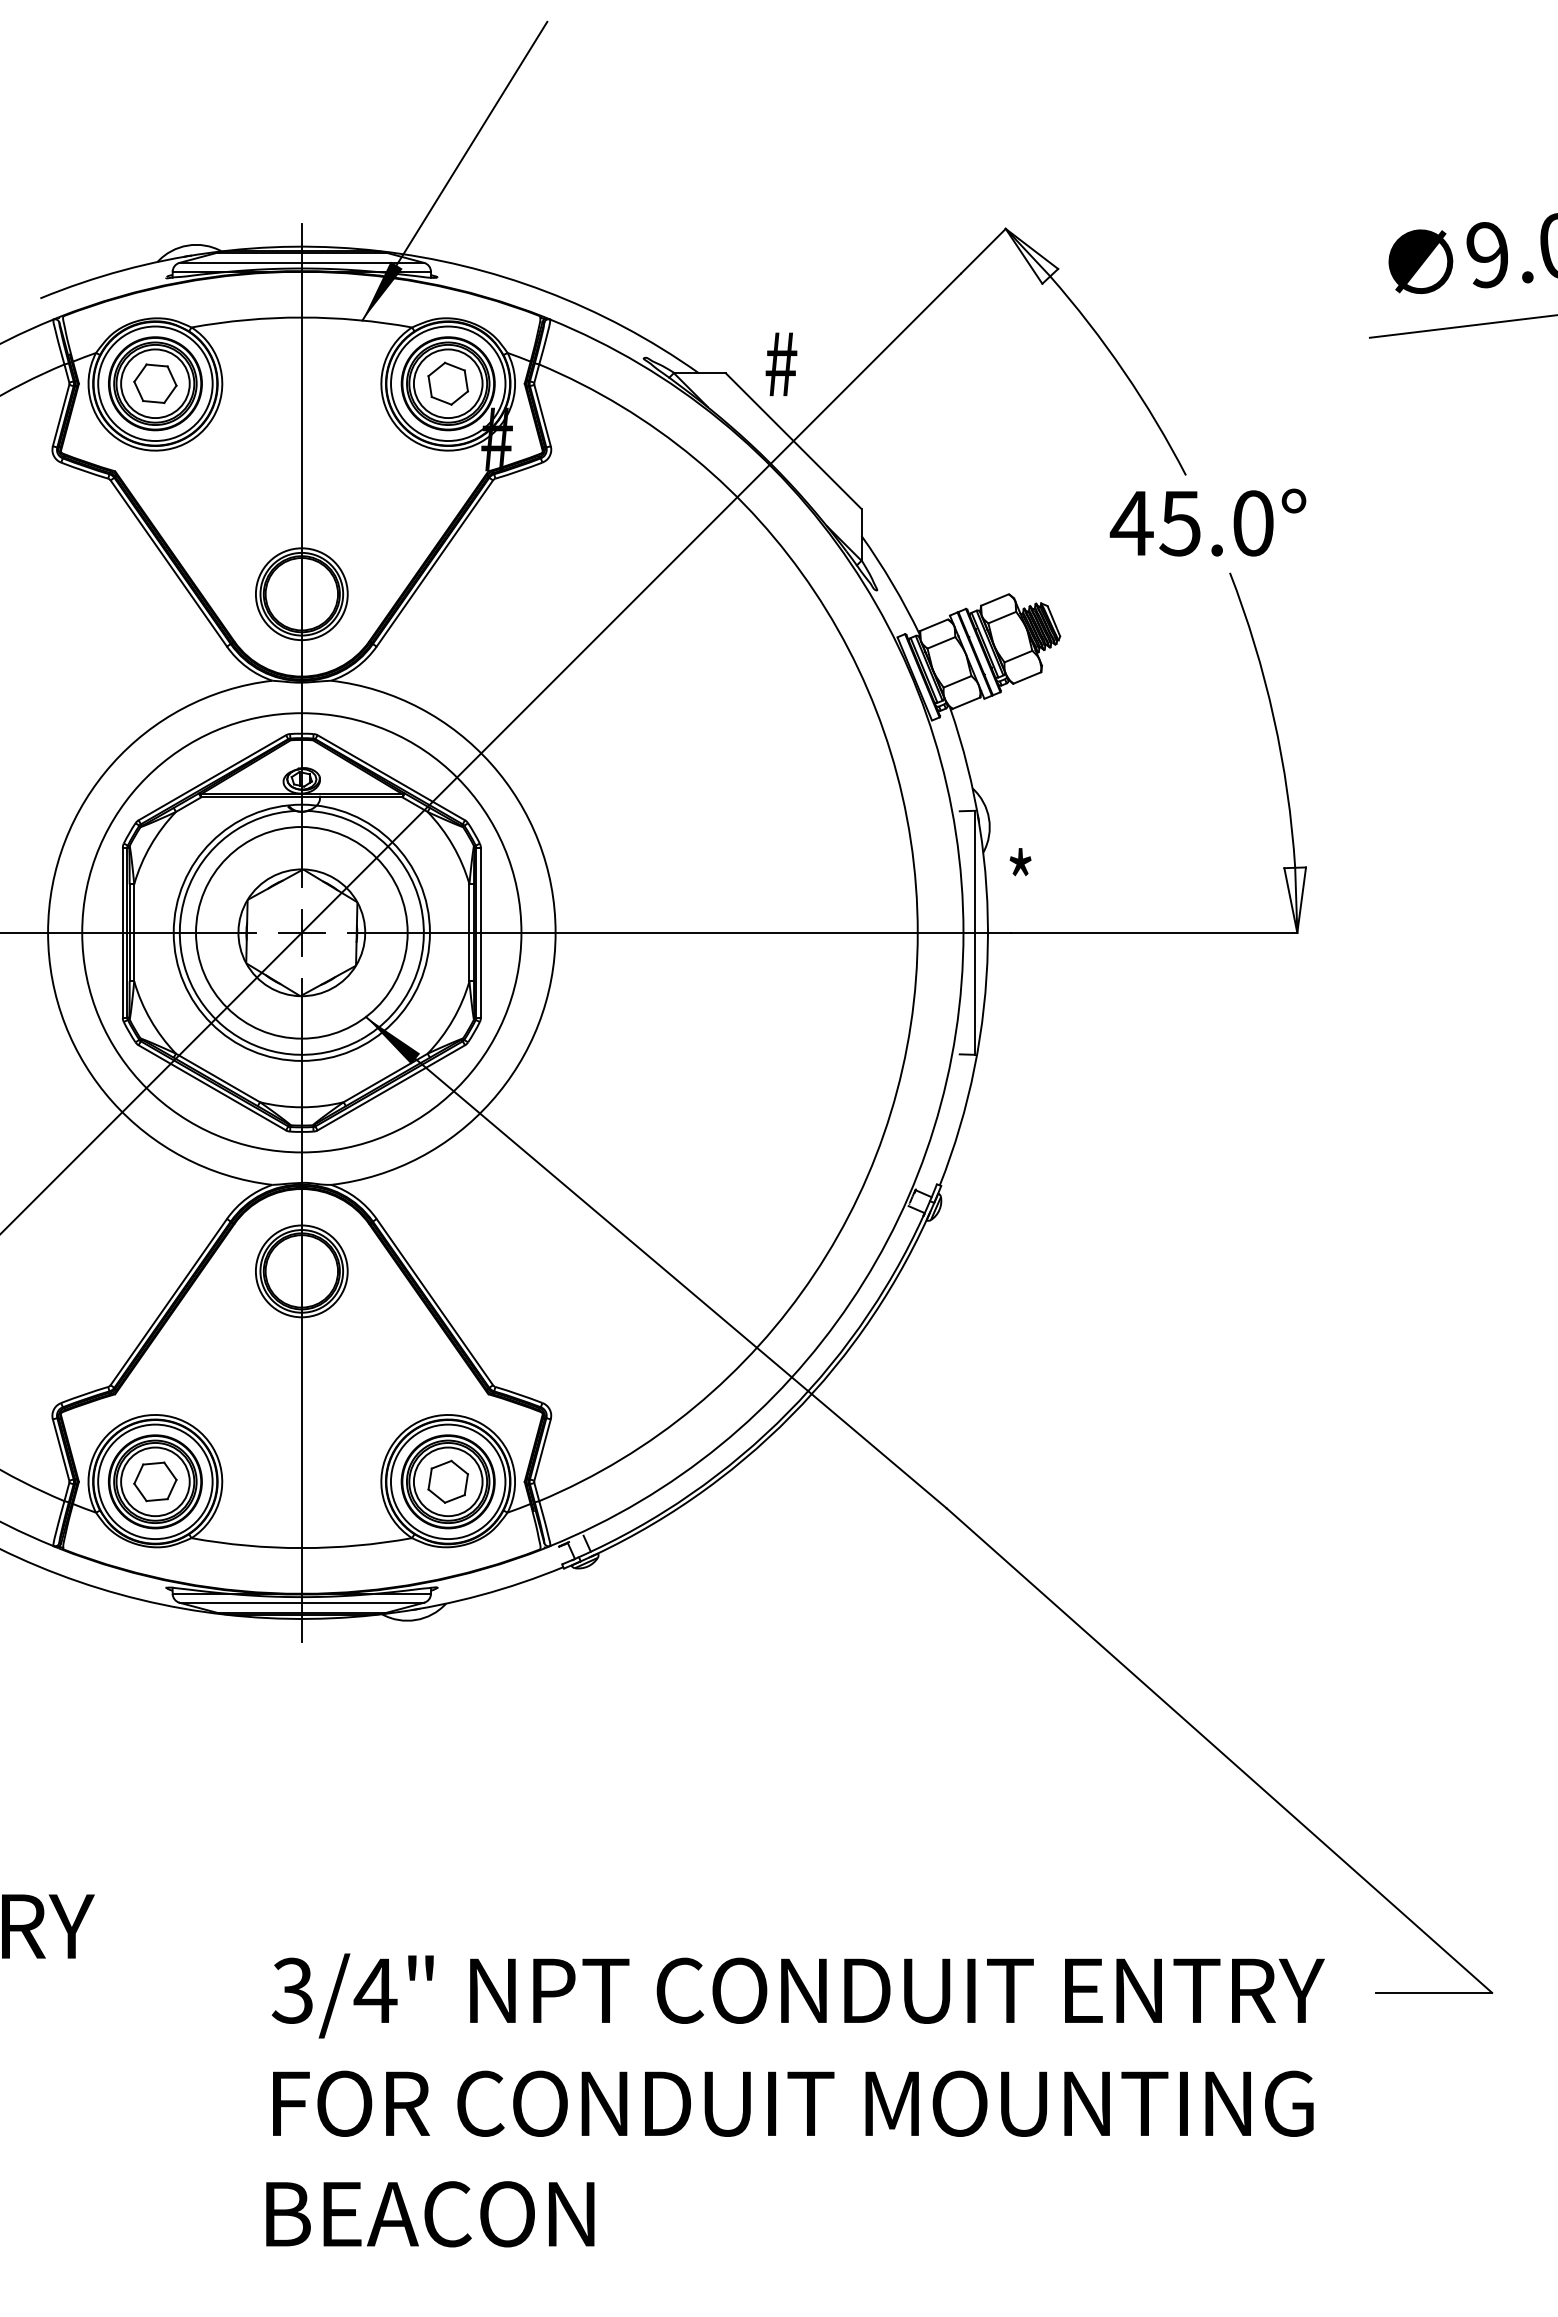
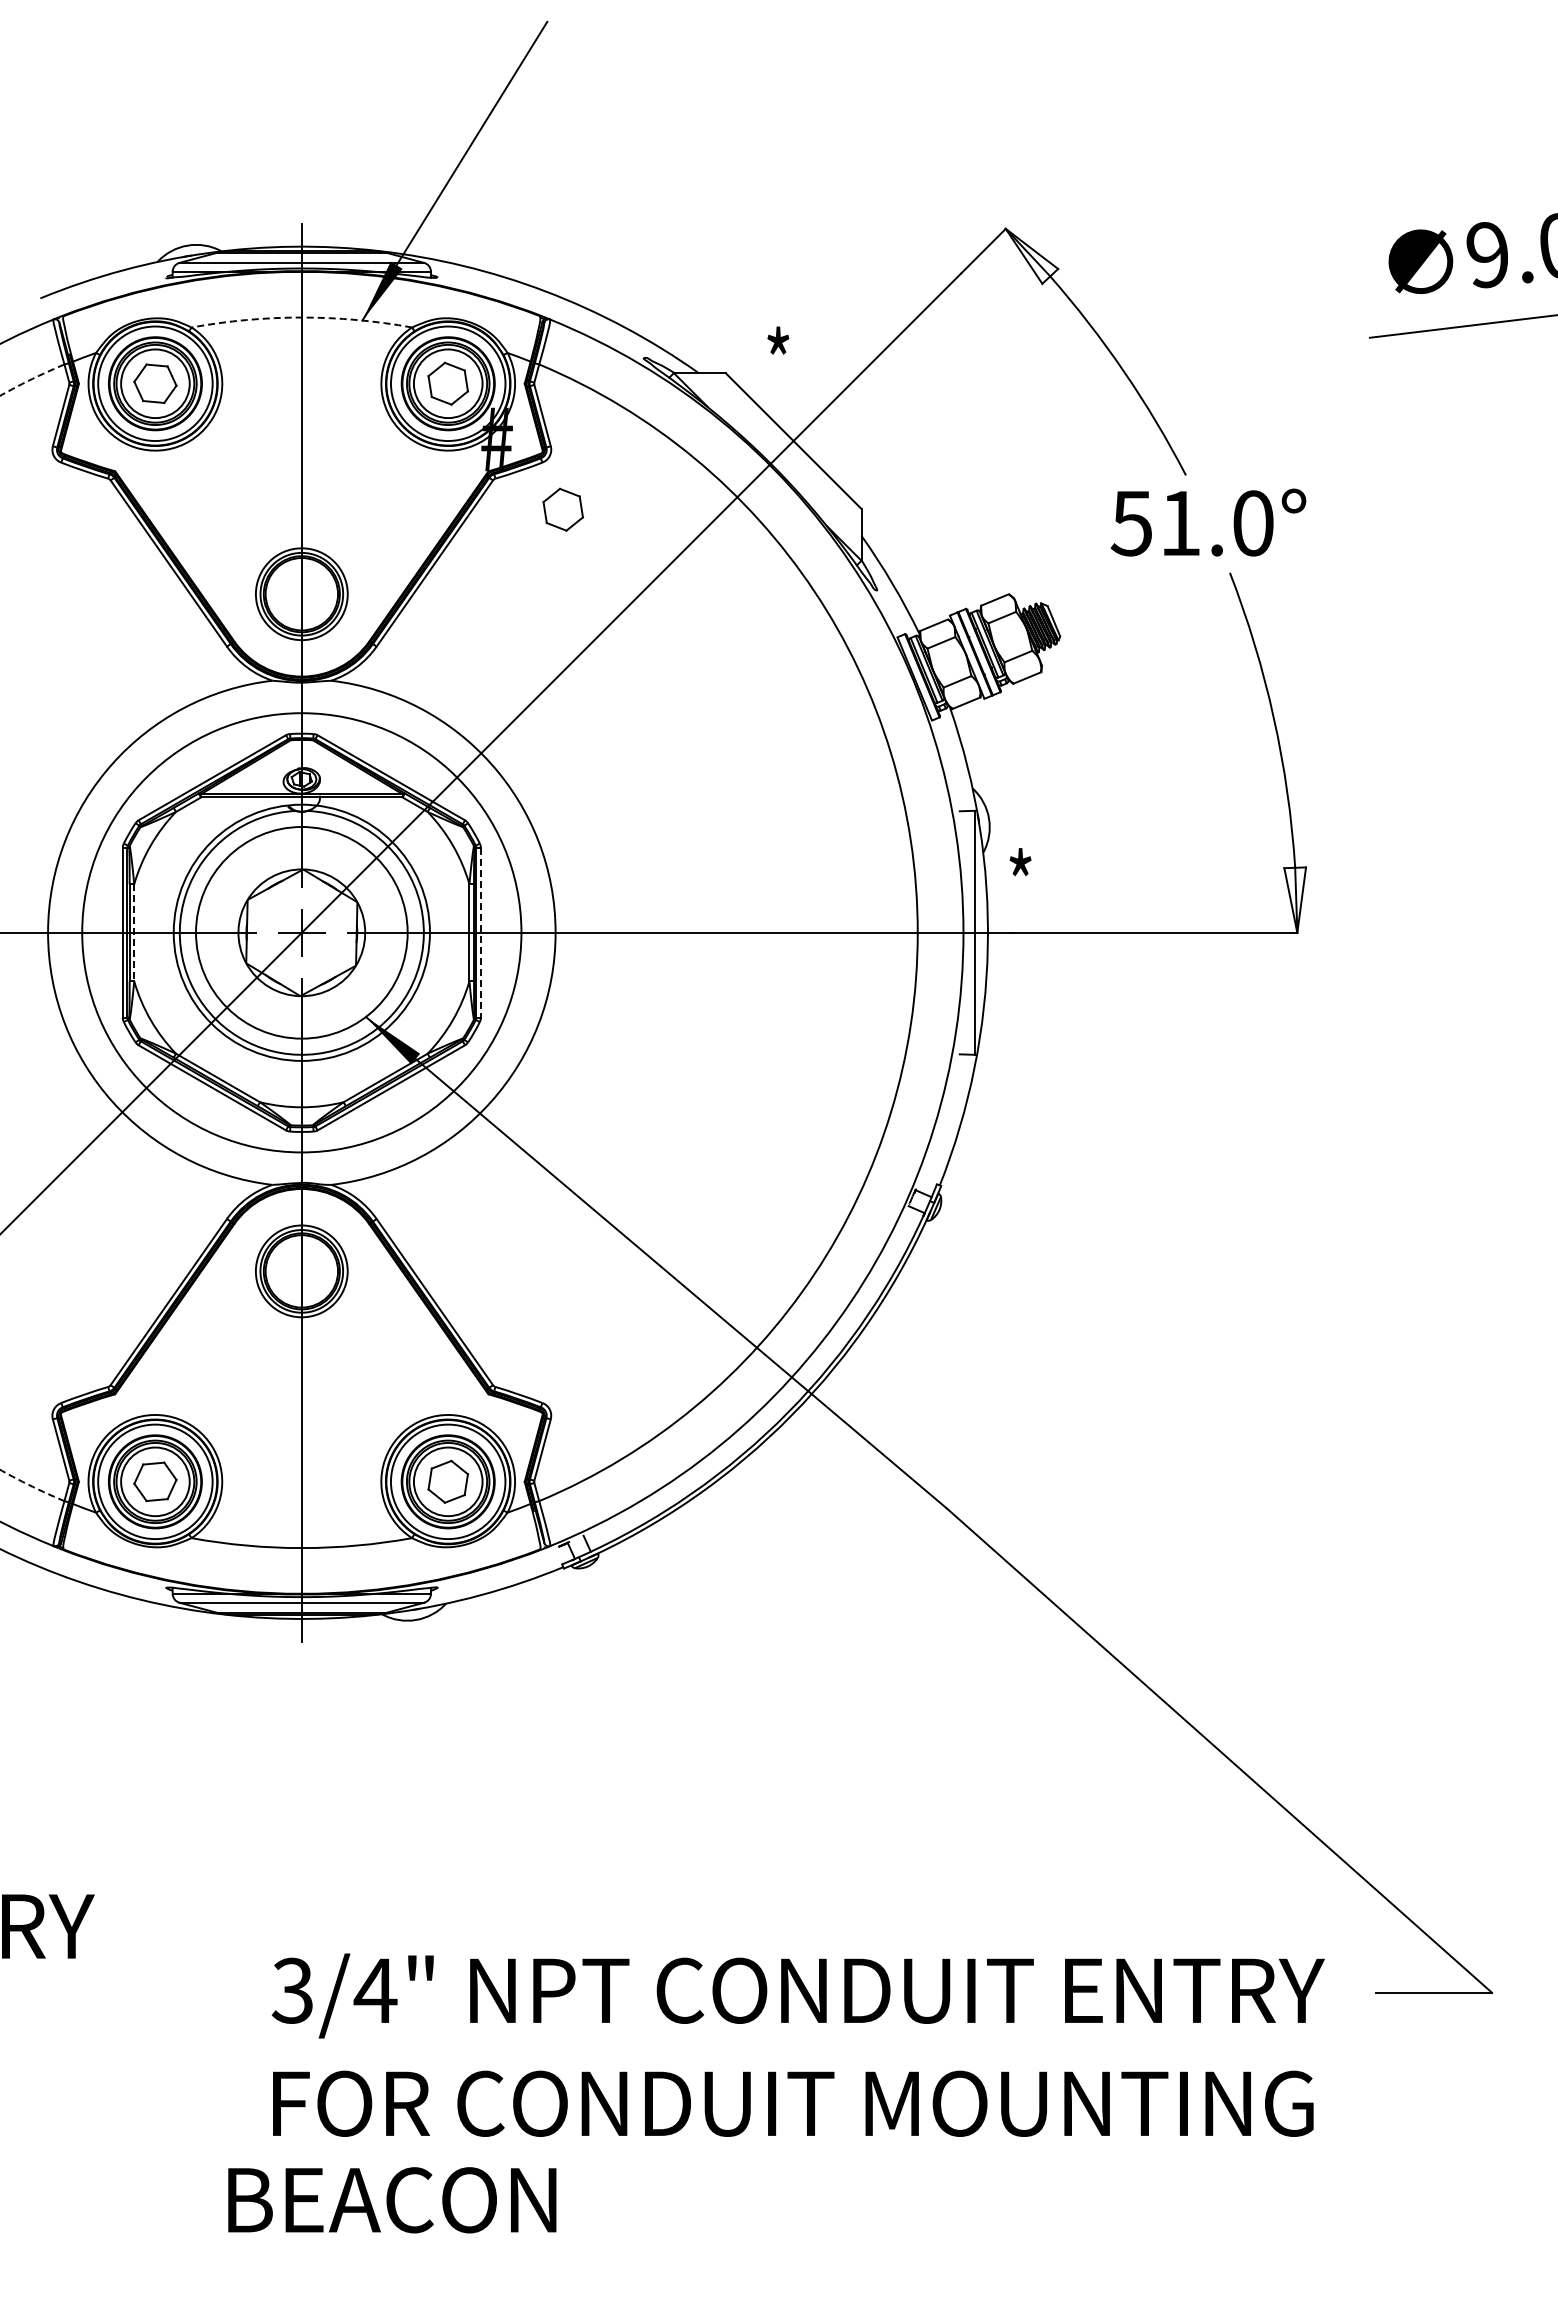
arc at (301, 317): solid -> dashed
text at (781, 361): # -> *
part at (562, 509): none -> present
text at (1154, 523): 45.0° -> 51.0°
line at (134, 932): solid -> dashed
line at (480, 933): solid -> dashed
arc at (0, 1469): solid -> dashed
text at (430, 2214) position: (430, 2214) -> (392, 2200)
